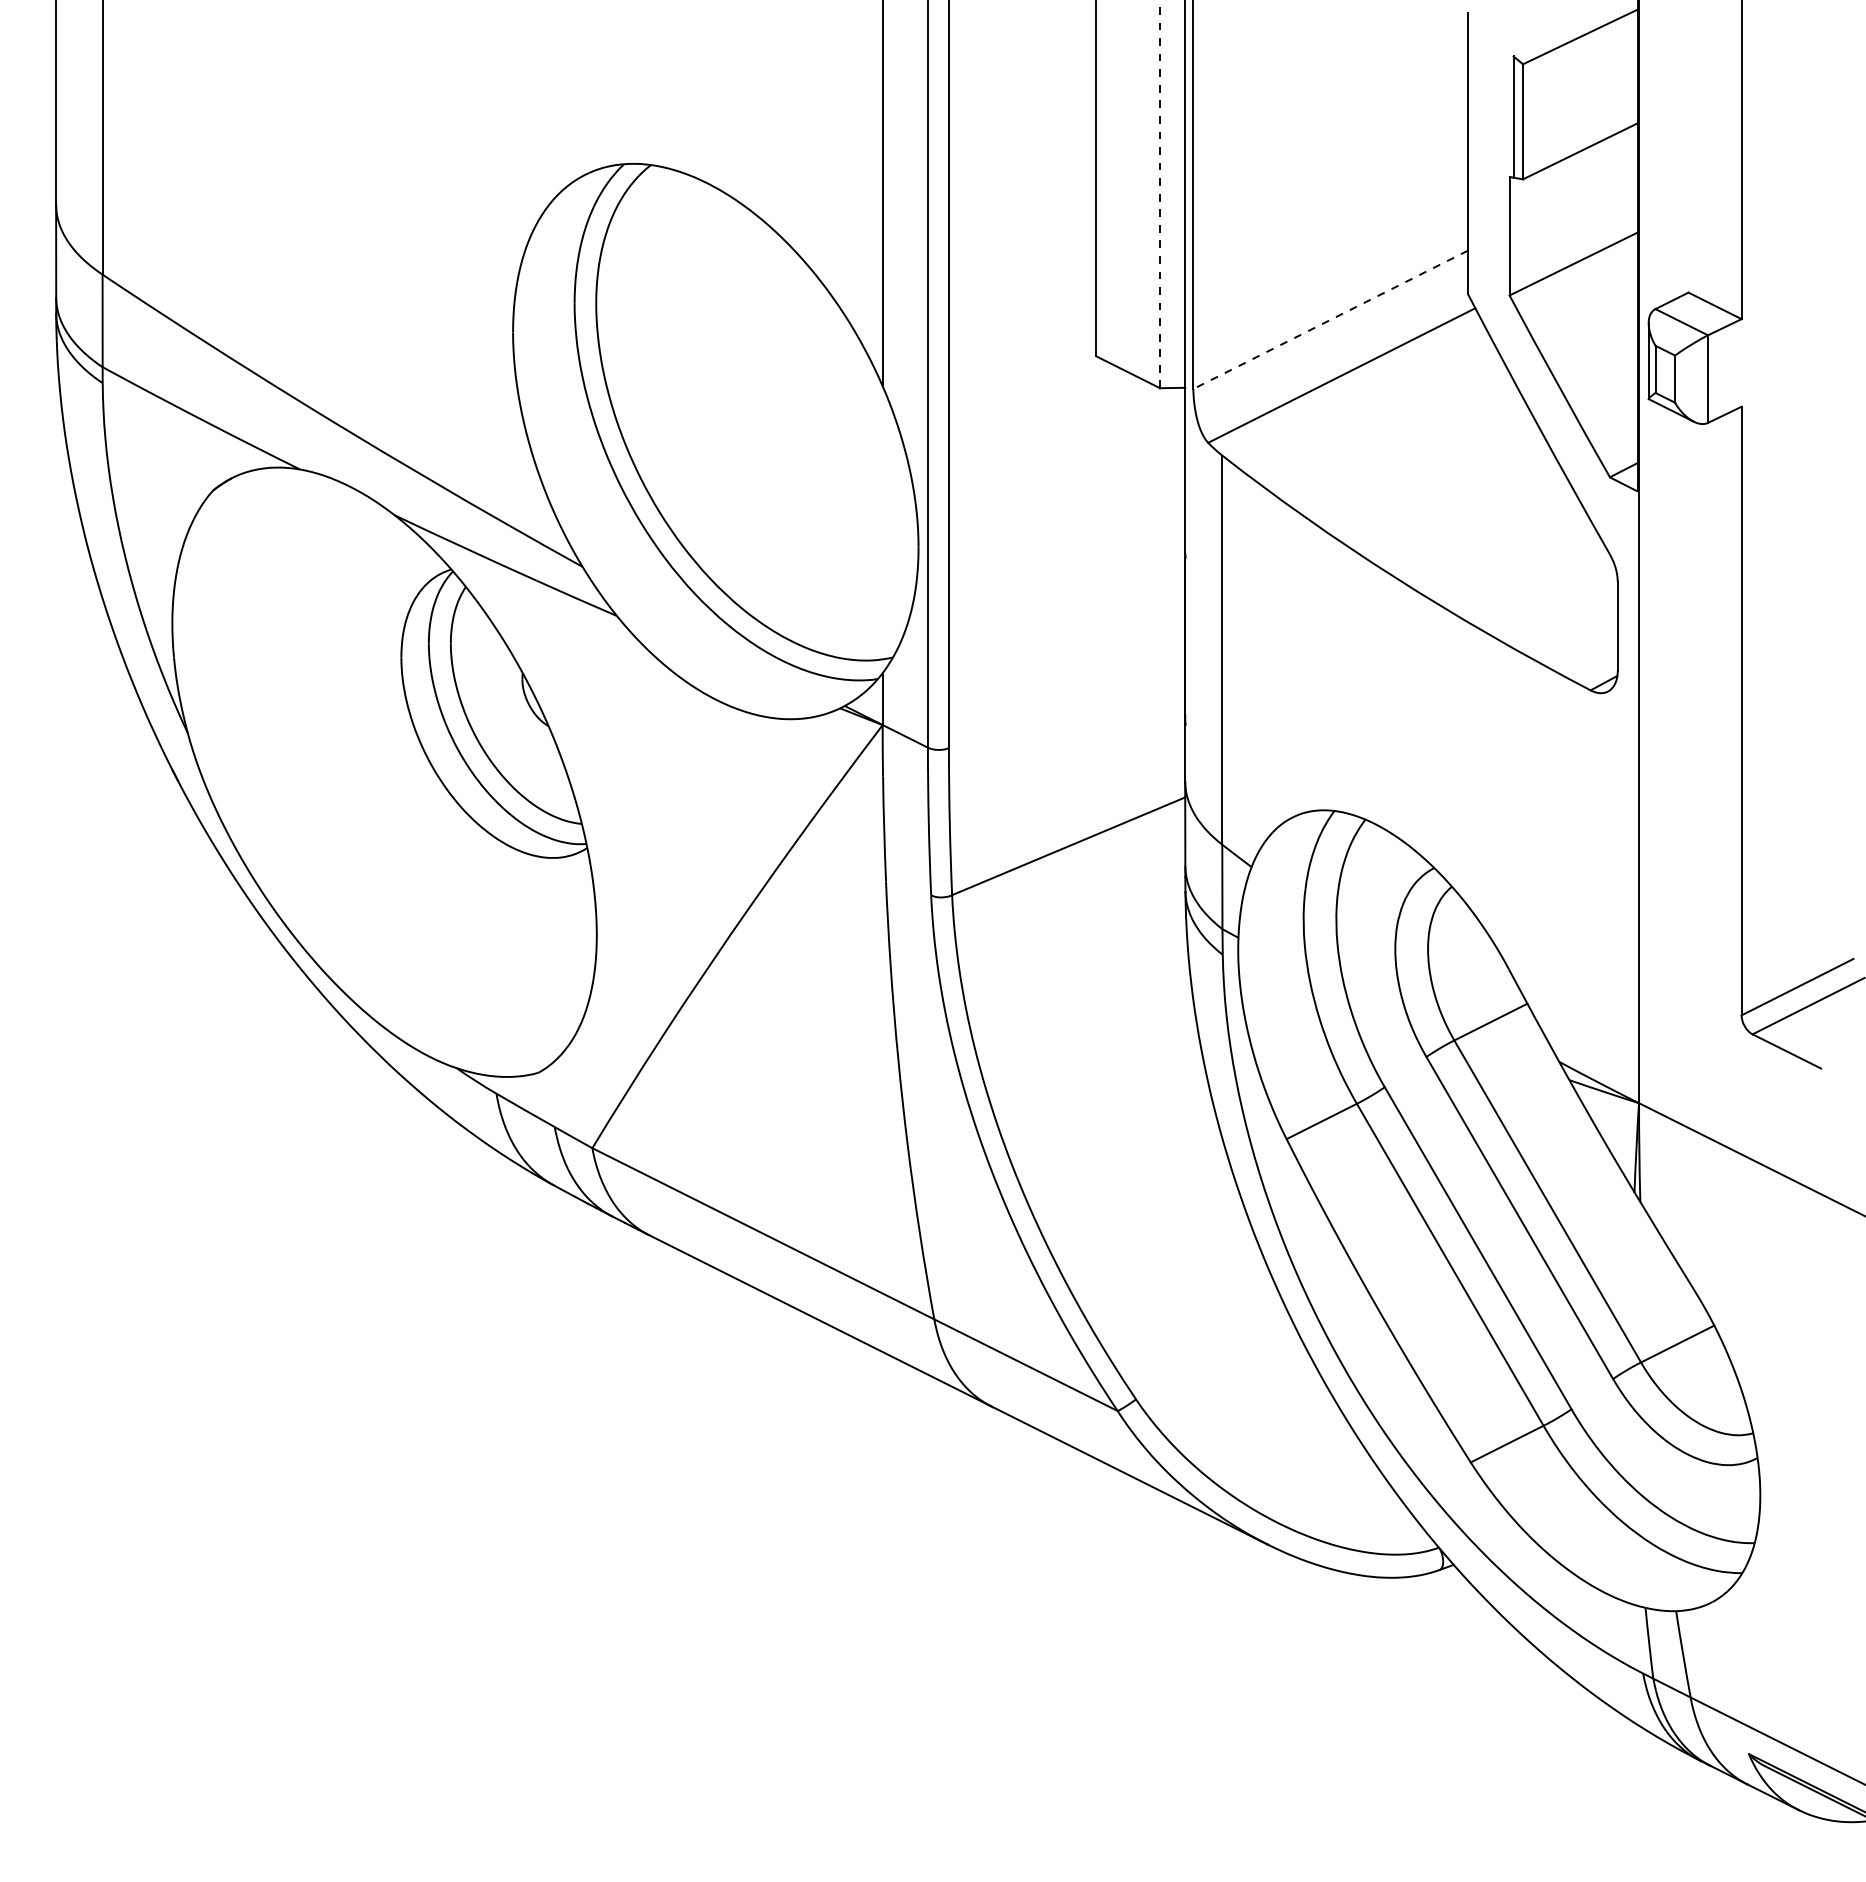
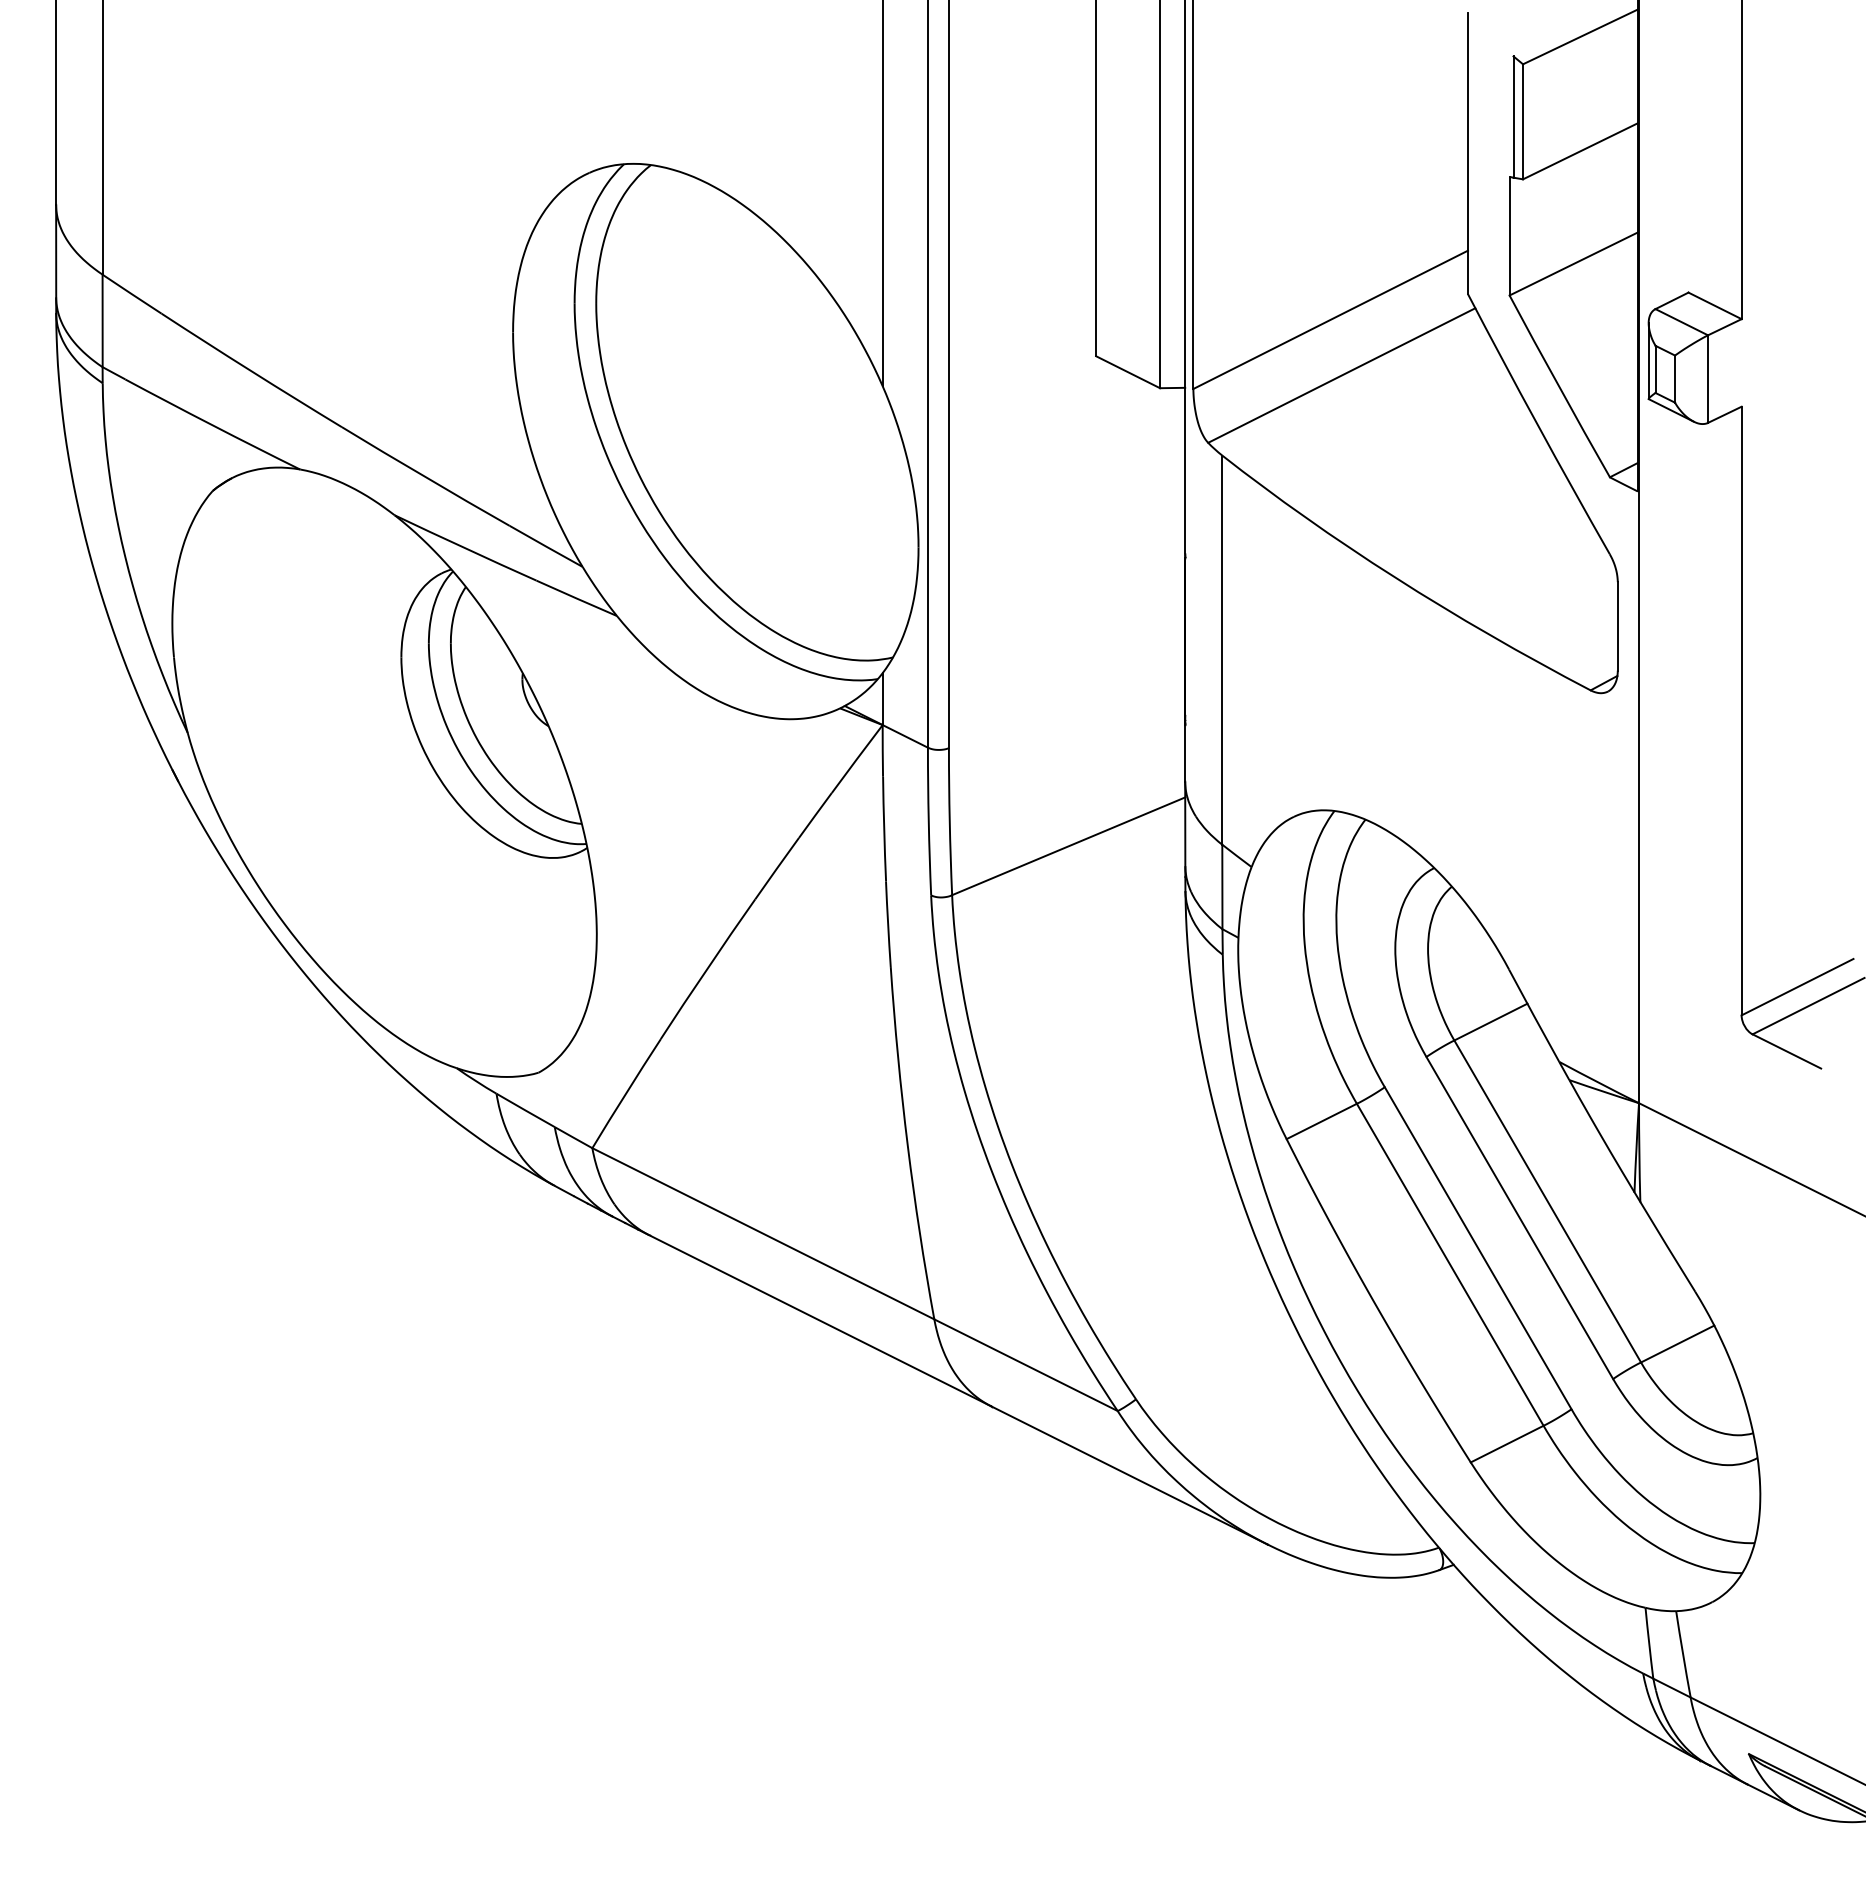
line at (1160, 194): dashed -> solid
line at (1330, 319): dashed -> solid
